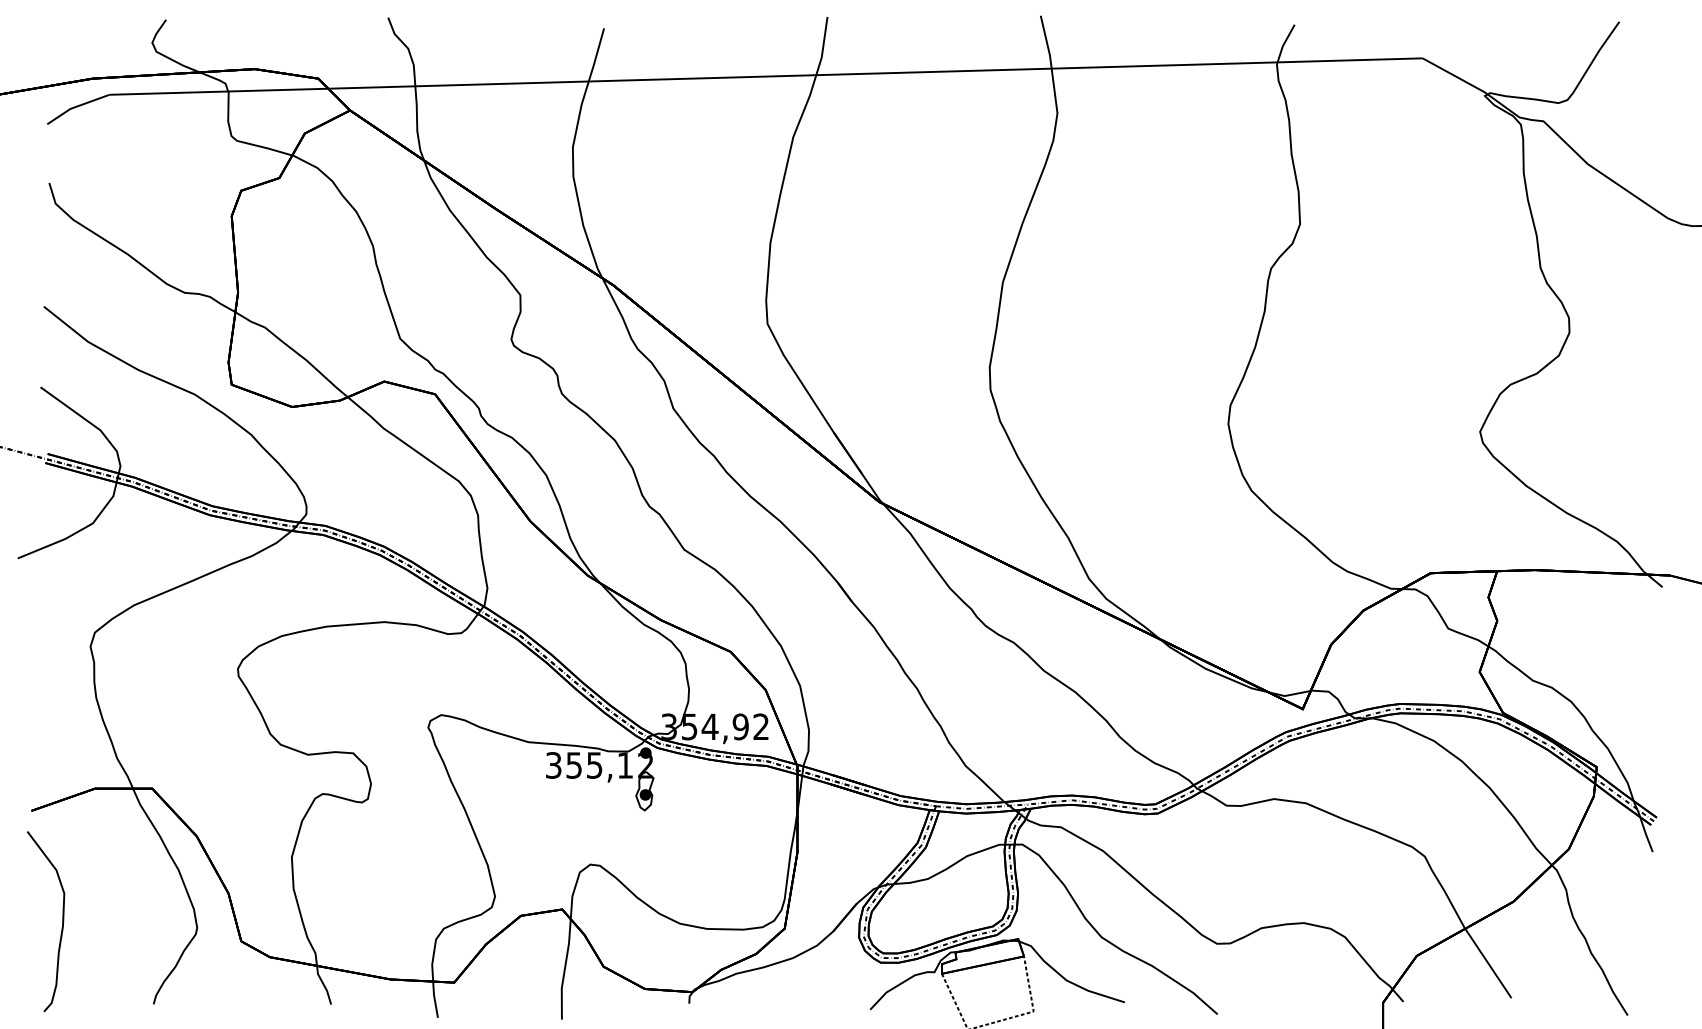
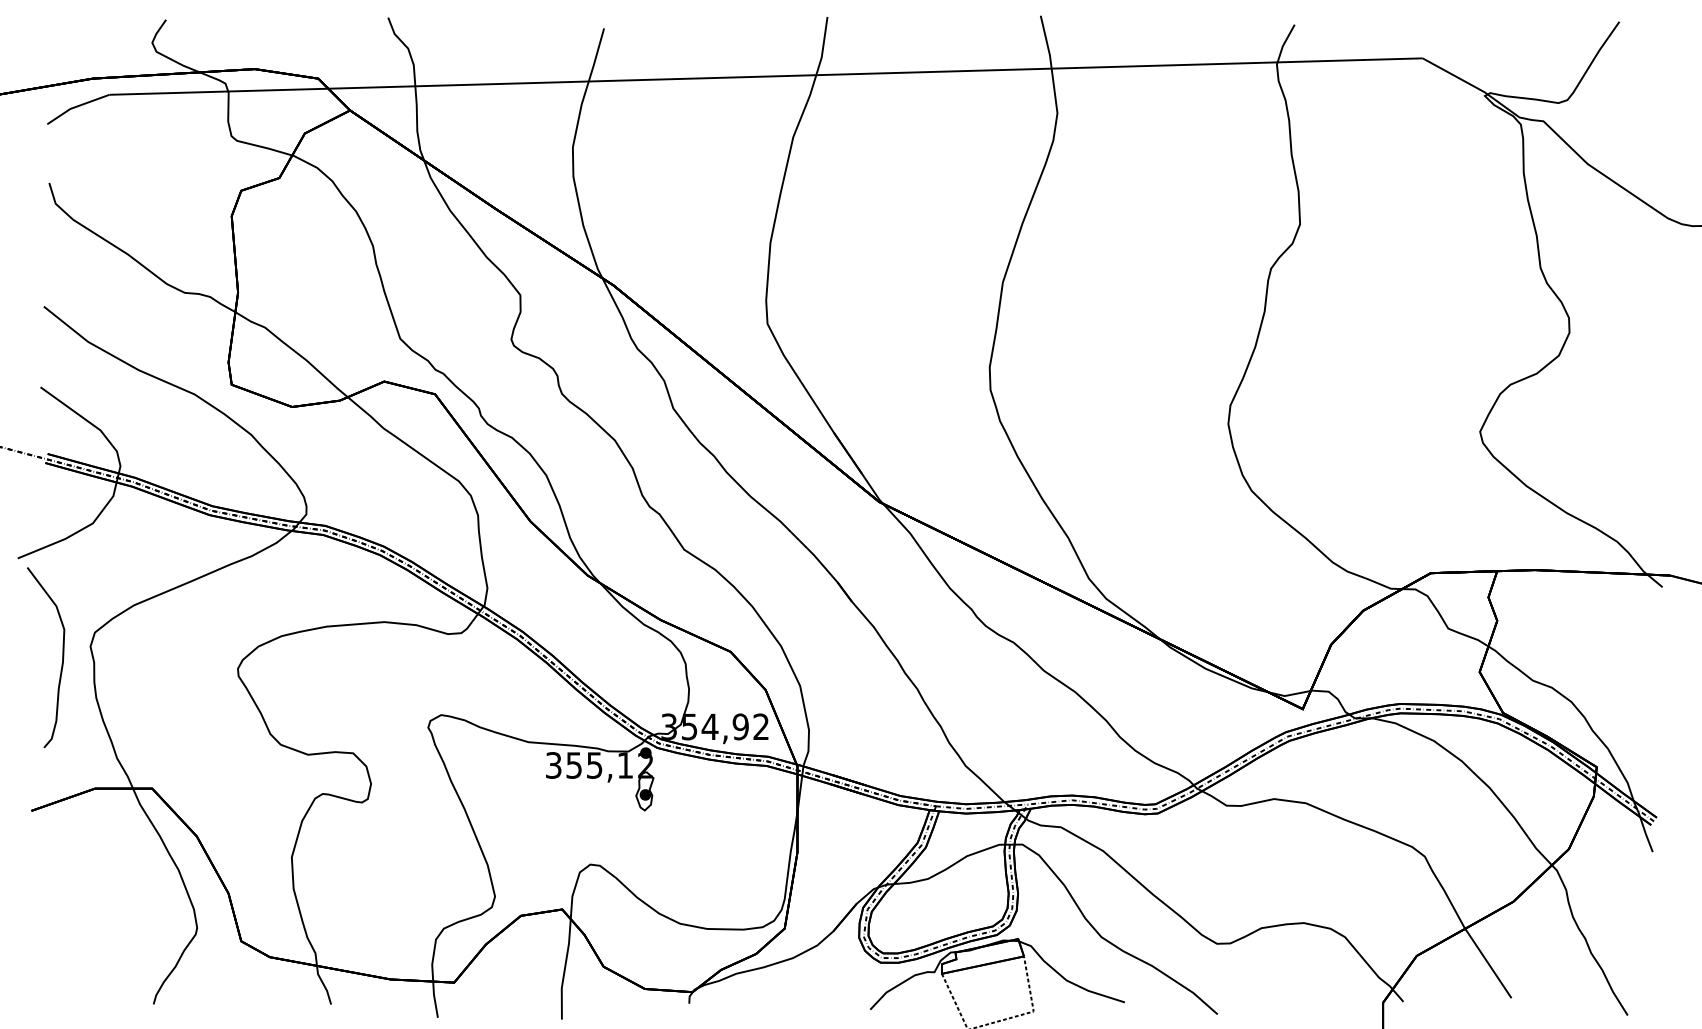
curve at (62, 921) position: (62, 921) -> (62, 657)
